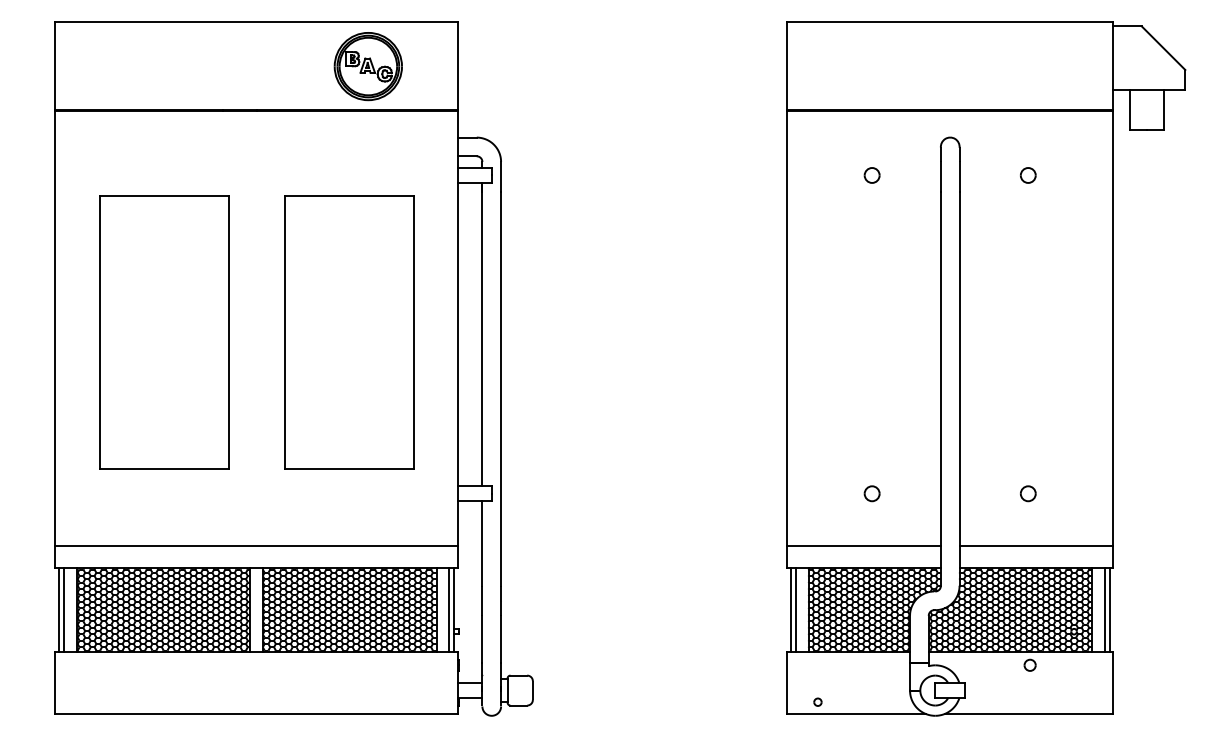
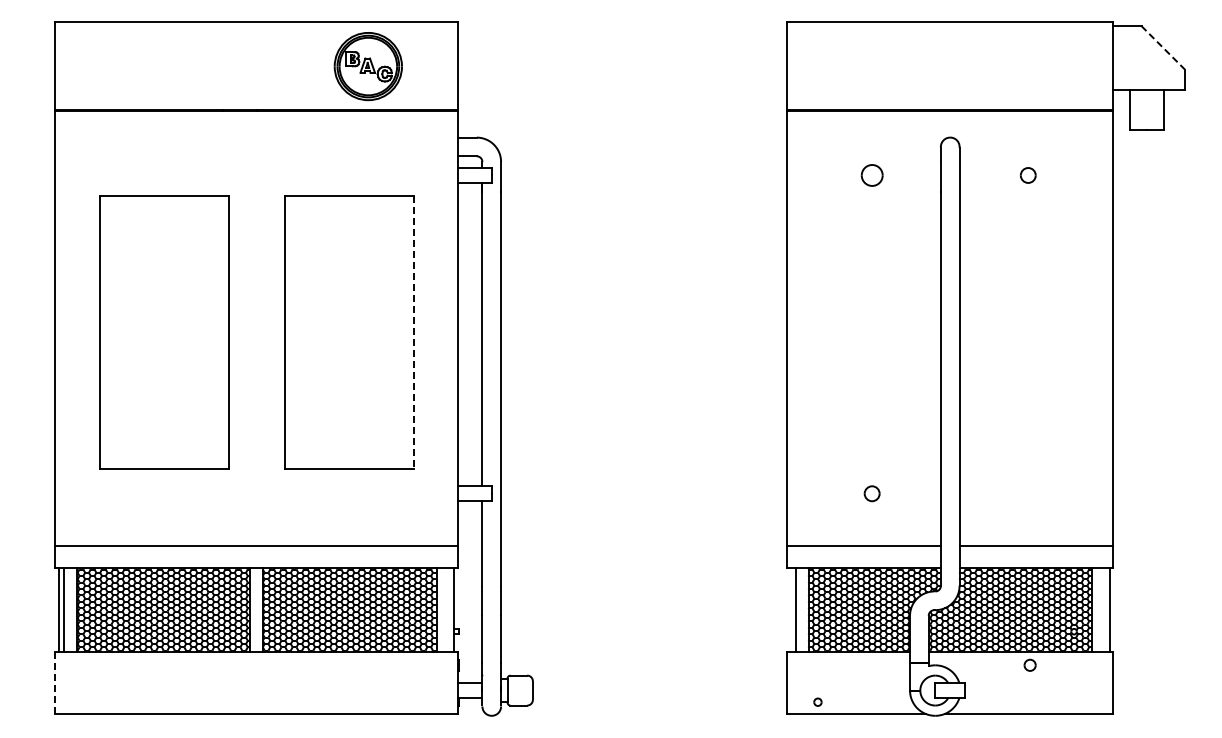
line at (1163, 48): solid -> dashed
part at (871, 175) size: 18x17 px -> 24x23 px
line at (413, 332): solid -> dashed
part at (1028, 493): present -> none
line at (449, 610): present -> none
line at (790, 610): present -> none
line at (1104, 610): present -> none
line at (55, 683): solid -> dashed
